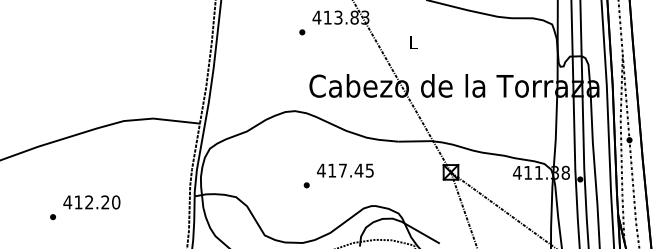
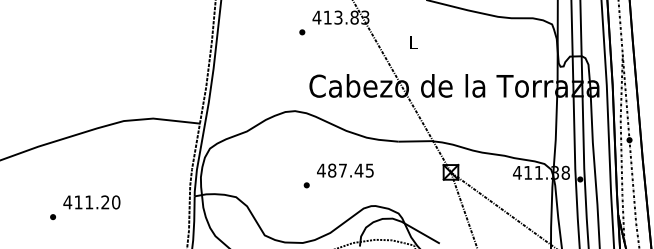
text at (332, 170): 417.45 -> 487.45
text at (89, 202): 412.20 -> 411.20
